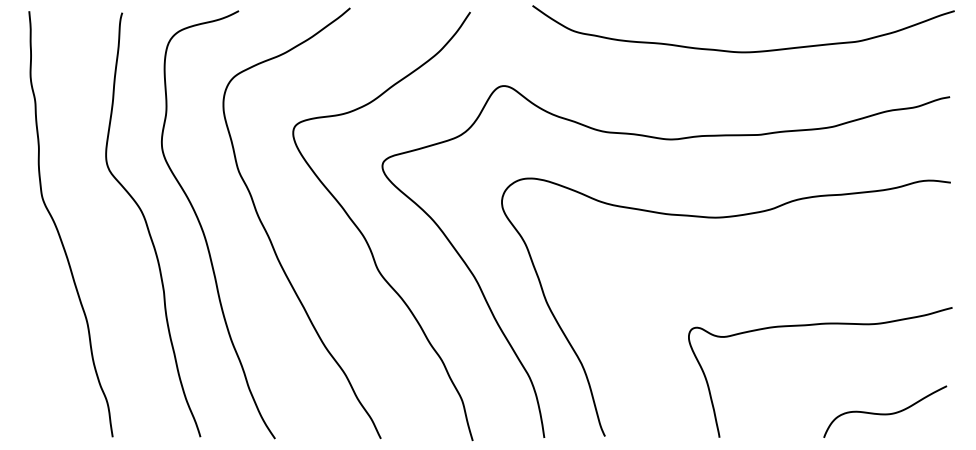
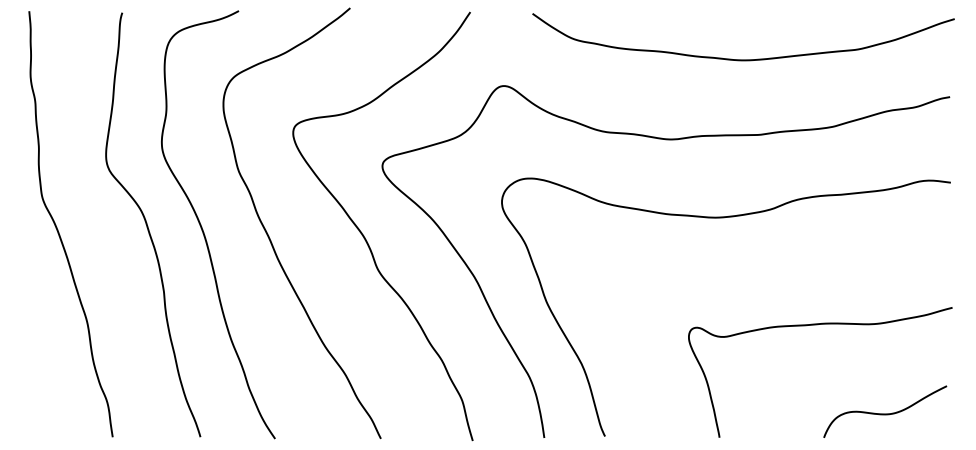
curve at (743, 51) position: (743, 51) -> (743, 59)
